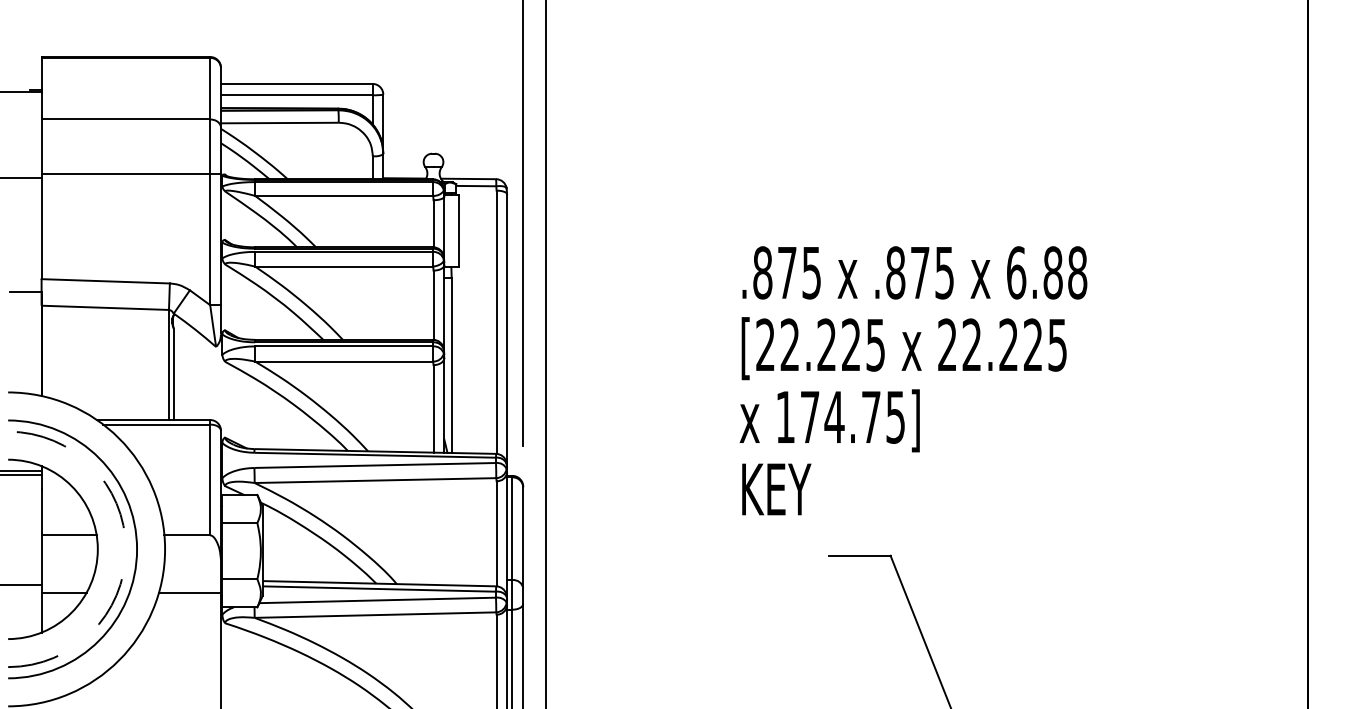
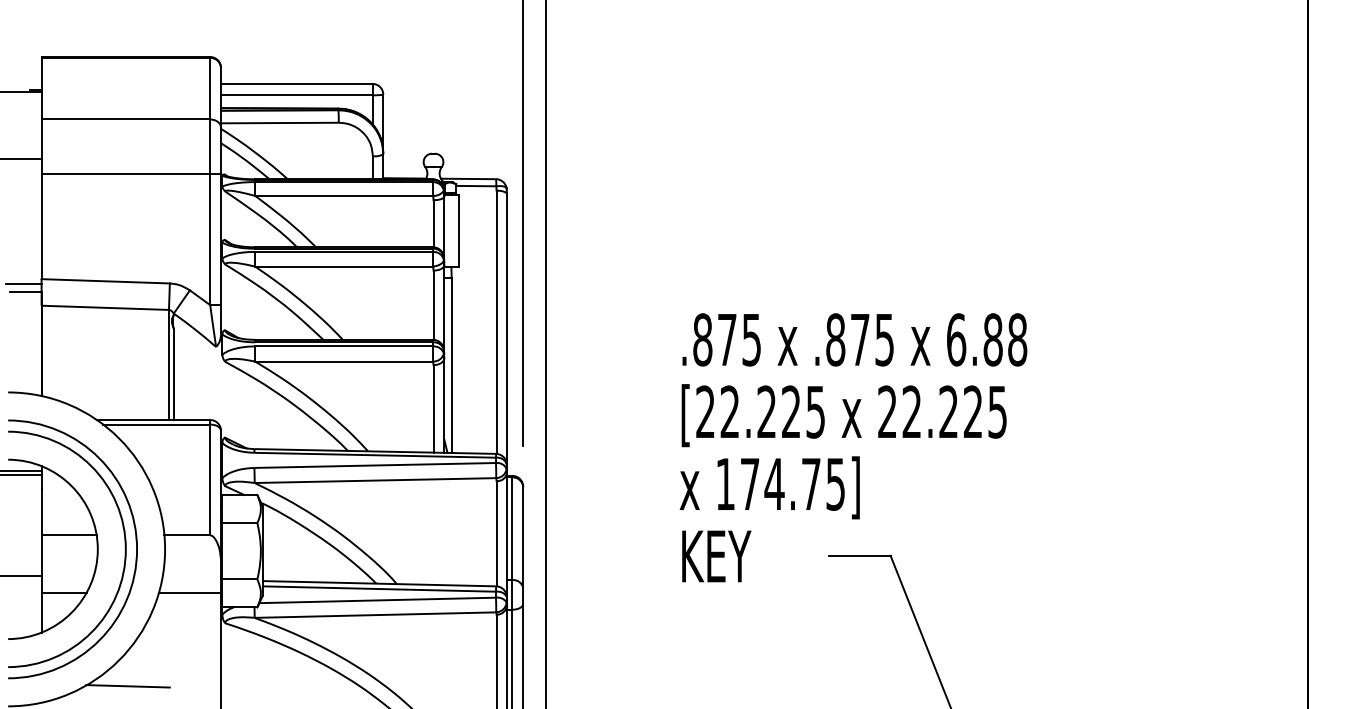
line at (21, 178) position: (21, 178) -> (21, 159)
line at (23, 283): none -> present
text at (913, 380) position: (913, 380) -> (853, 447)
arc at (125, 549): dashed -> solid
line at (21, 584) position: (21, 584) -> (21, 575)
line at (127, 686): none -> present
